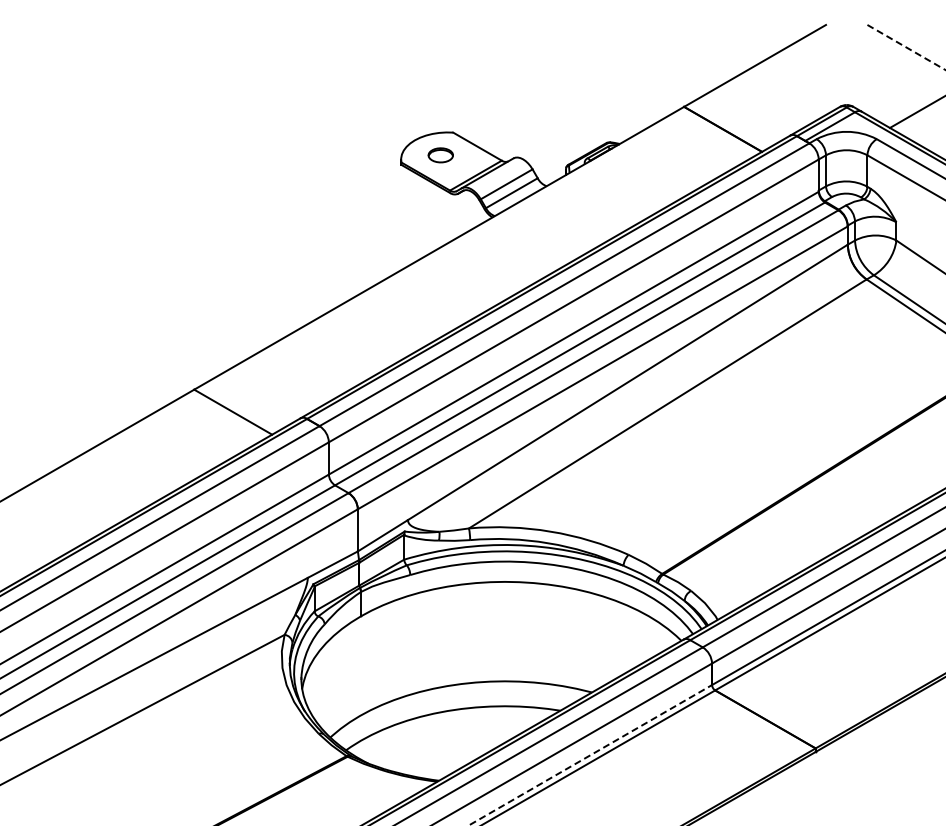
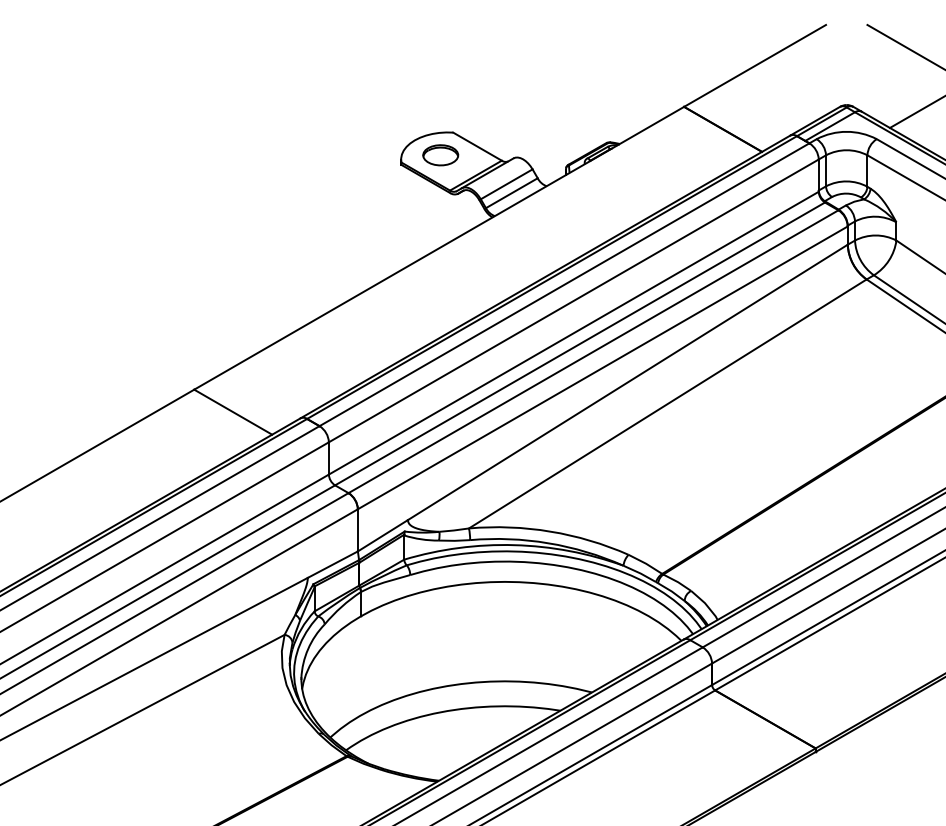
line at (906, 47): dashed -> solid
part at (440, 155) size: 27x17 px -> 38x23 px
line at (590, 755): dashed -> solid
